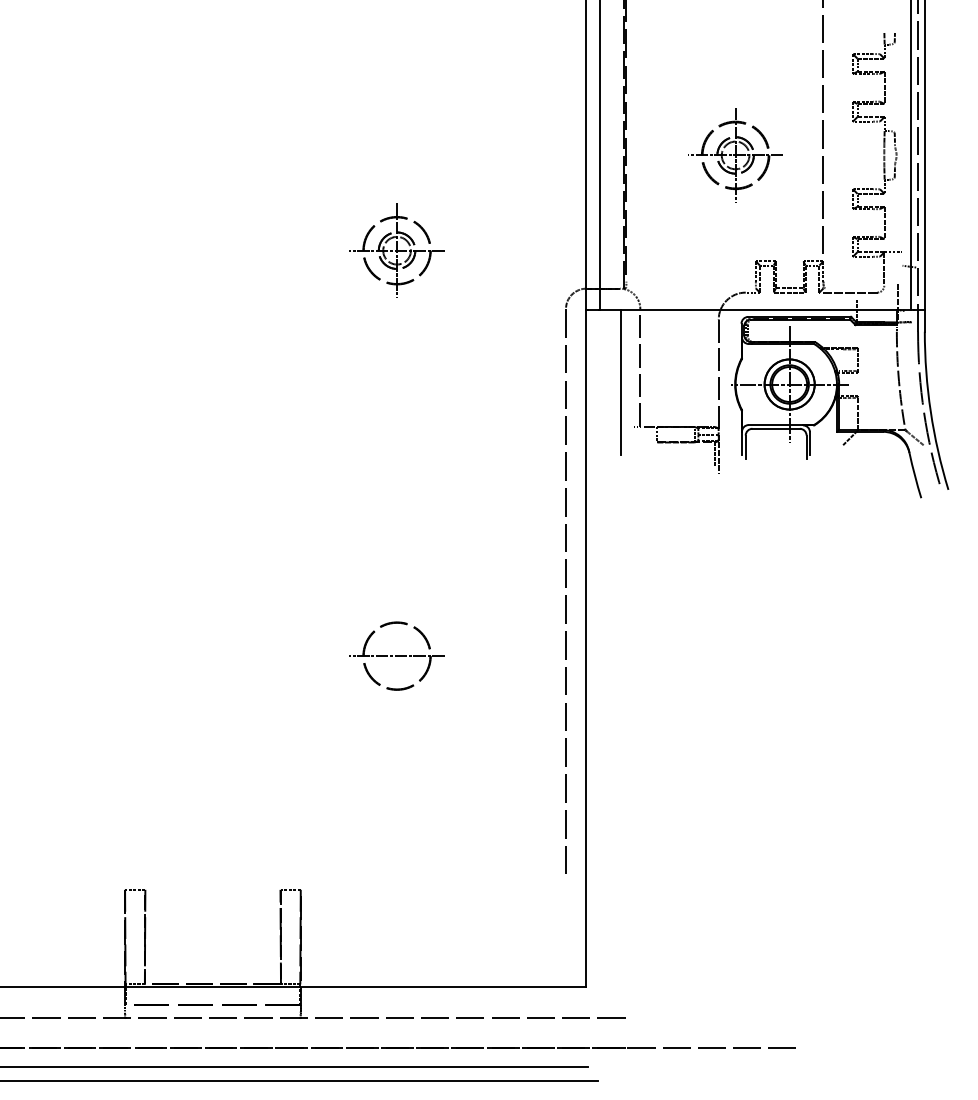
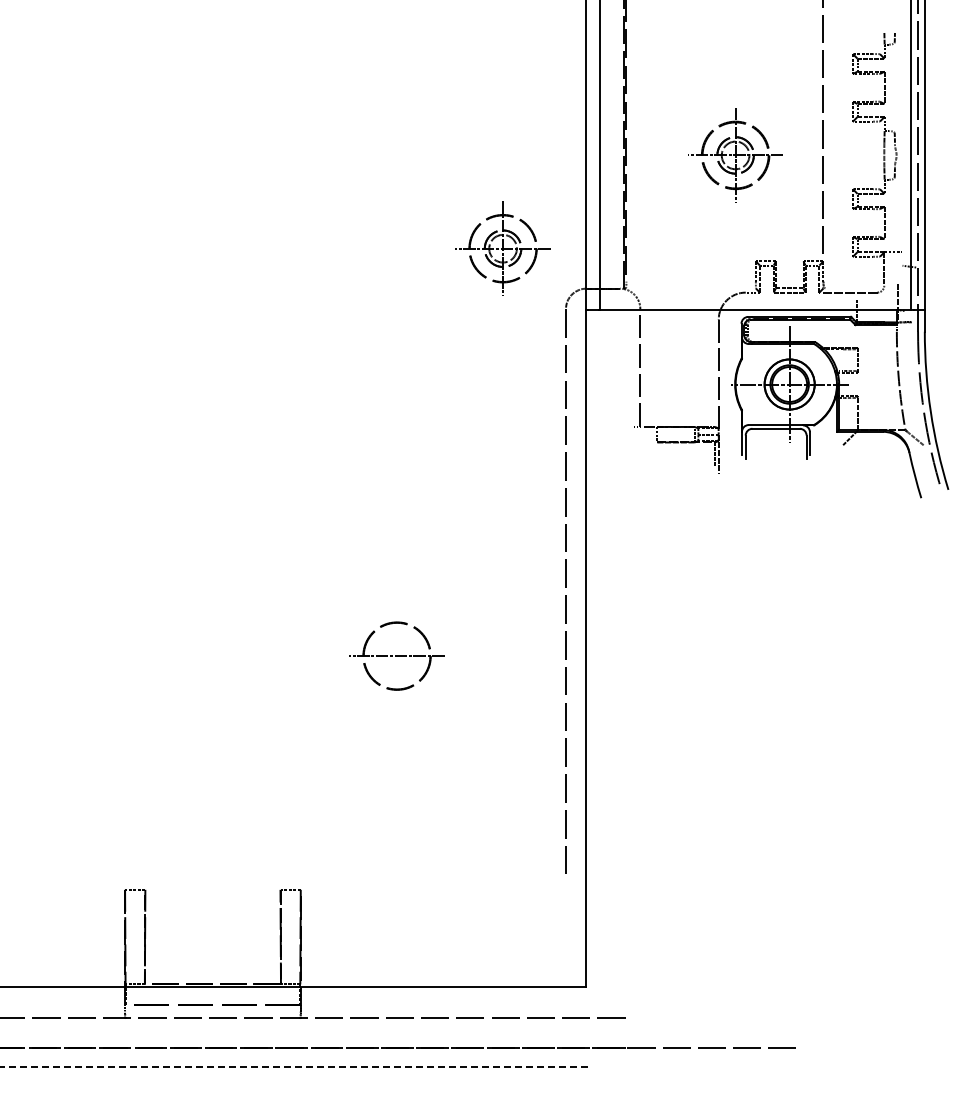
part at (396, 250) position: (396, 250) -> (502, 248)
line at (621, 382): present -> none
line at (294, 1067): solid -> dashed
line at (299, 1080): present -> none
